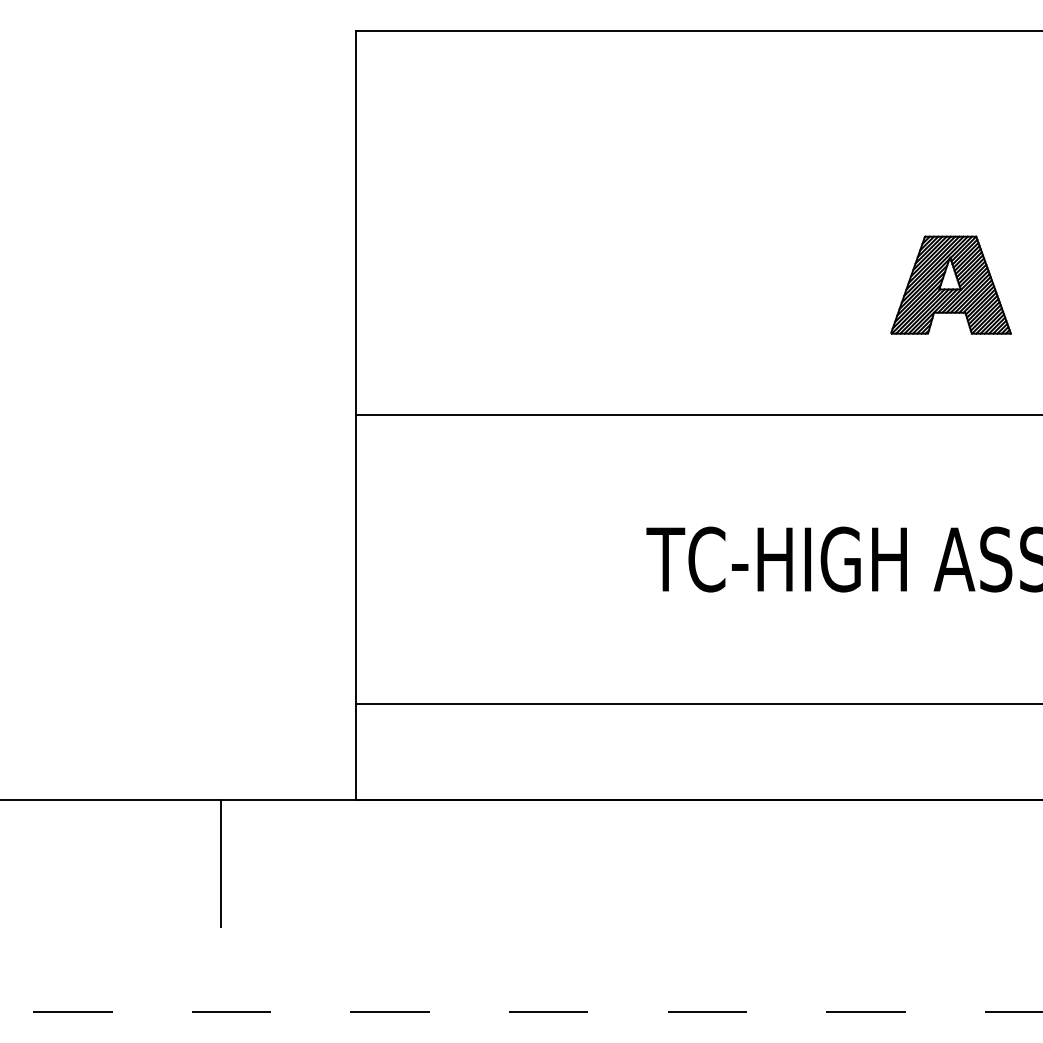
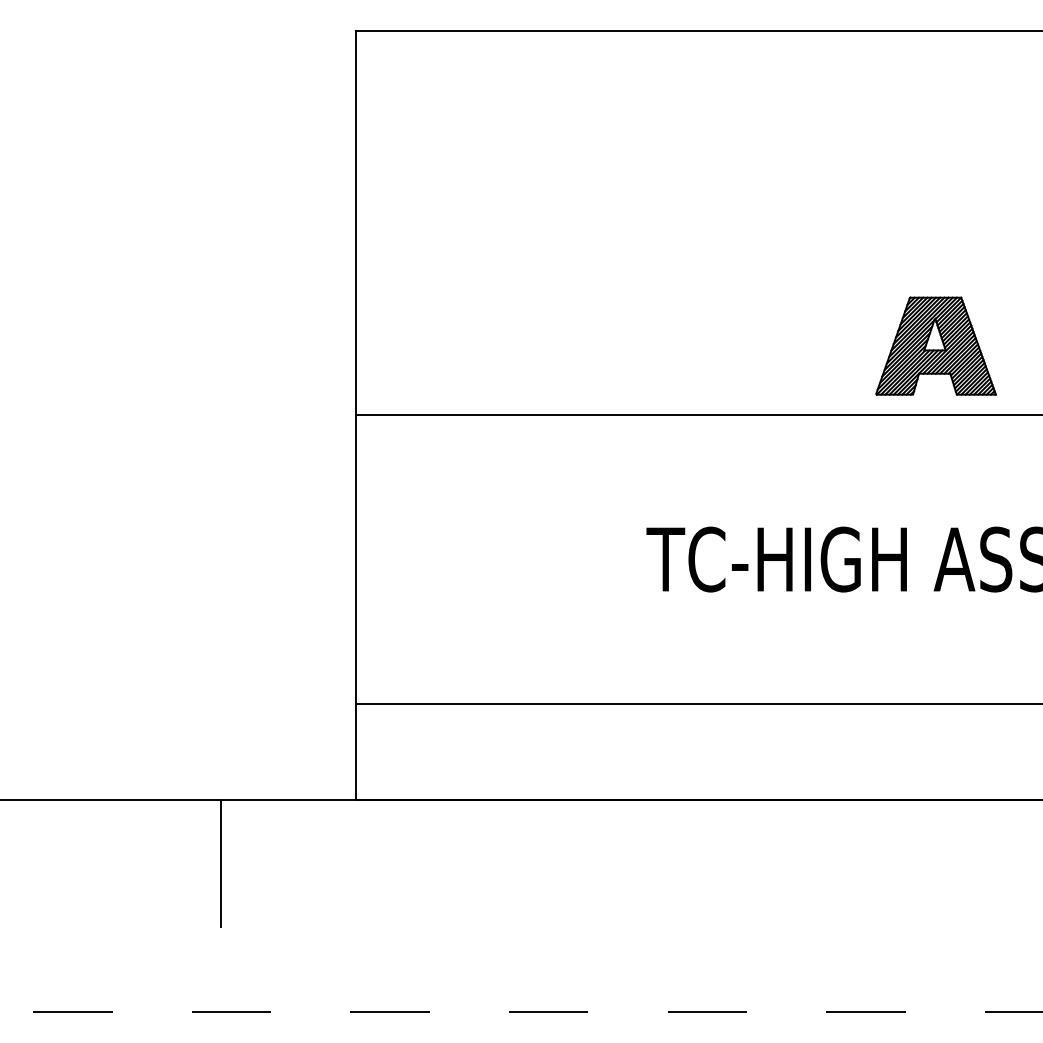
part at (950, 284) position: (950, 284) -> (935, 345)
